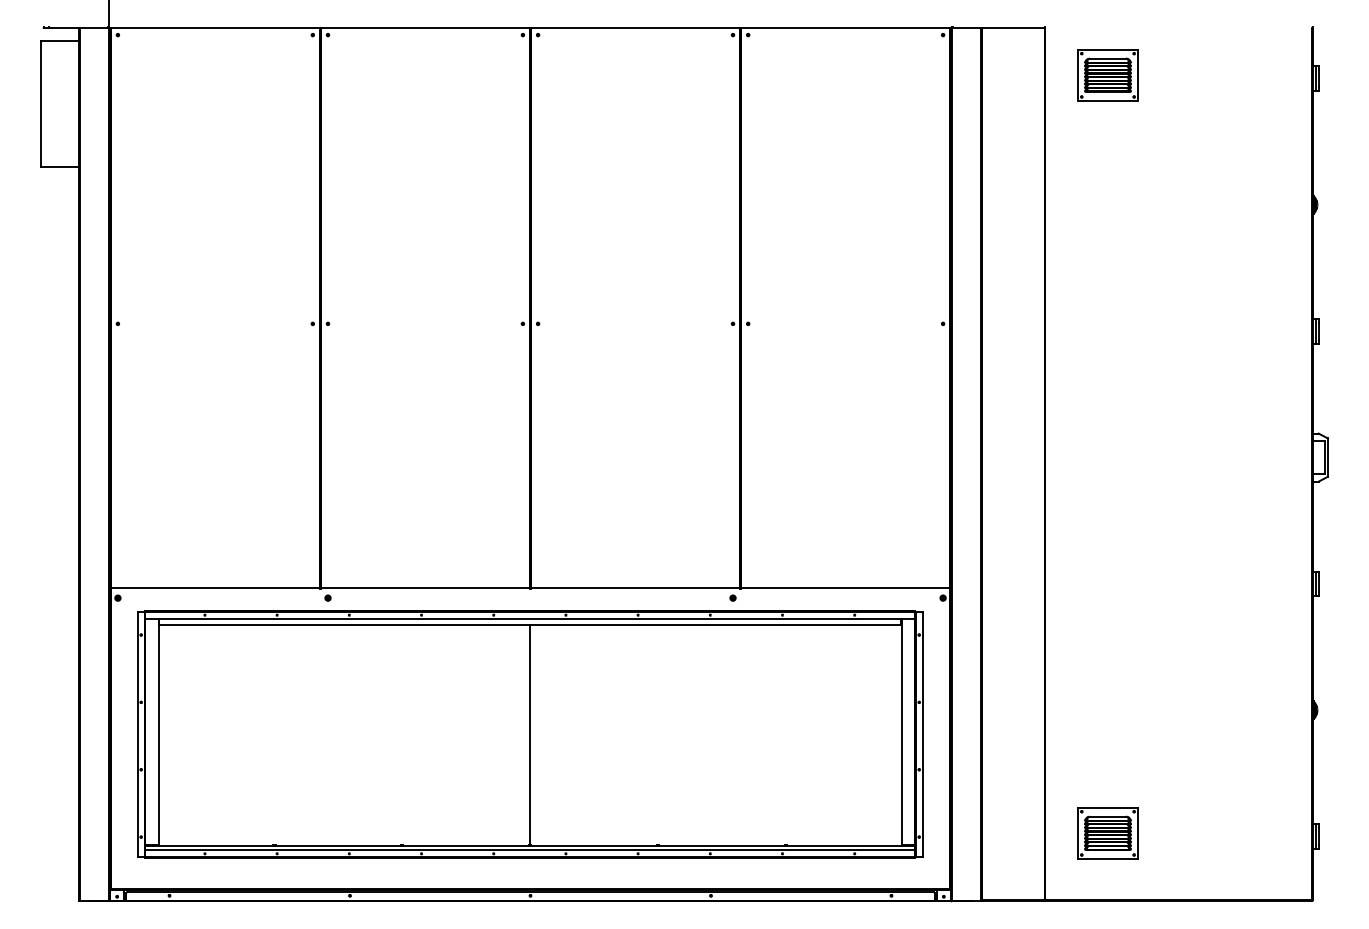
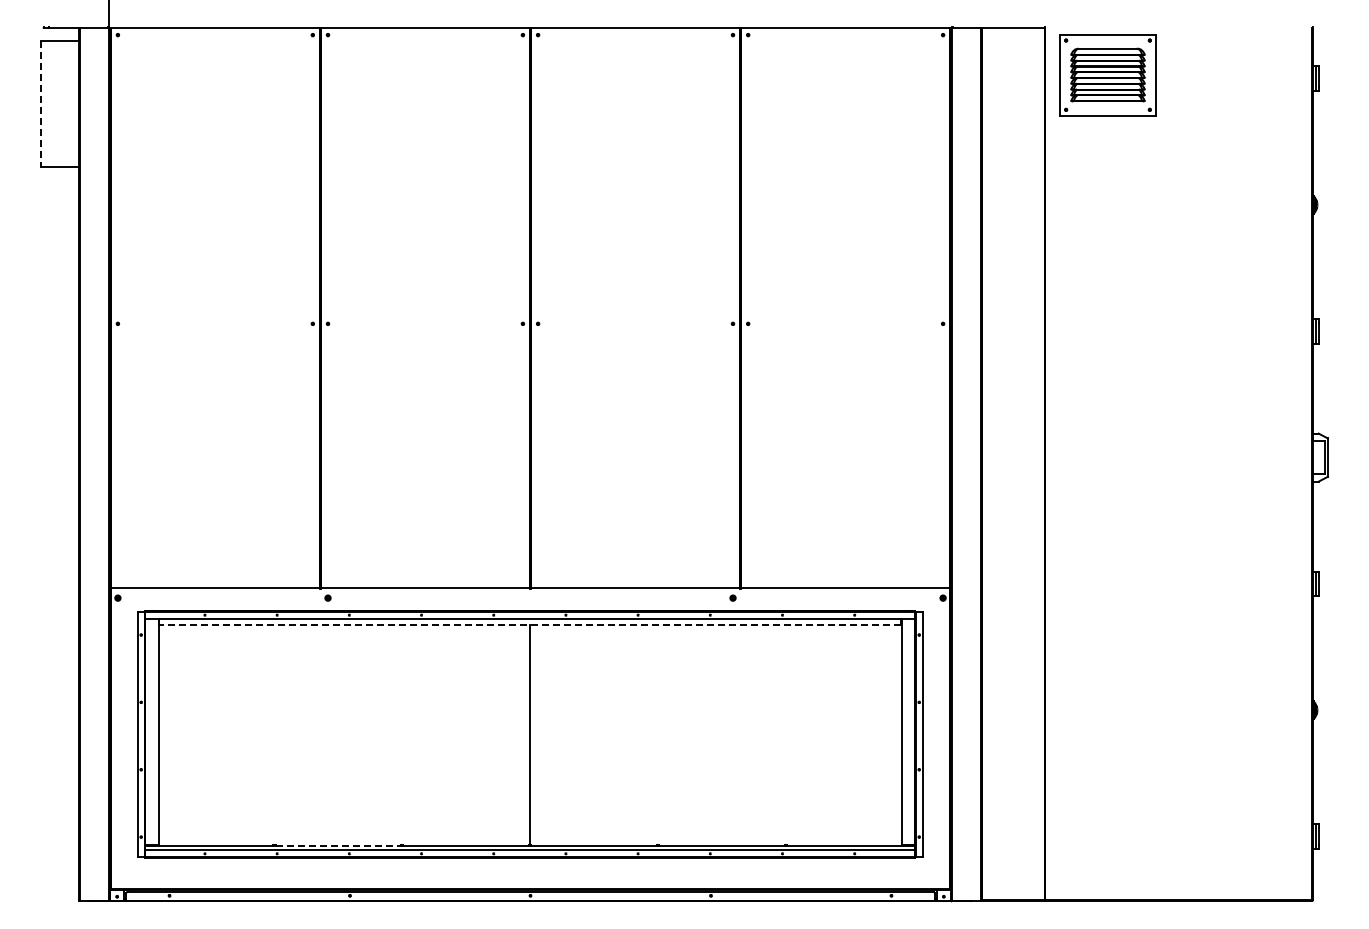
part at (1107, 75) size: 62x53 px -> 98x83 px
line at (41, 104): solid -> dashed
line at (529, 624): solid -> dashed
part at (1107, 833): present -> none
line at (338, 845): solid -> dashed
